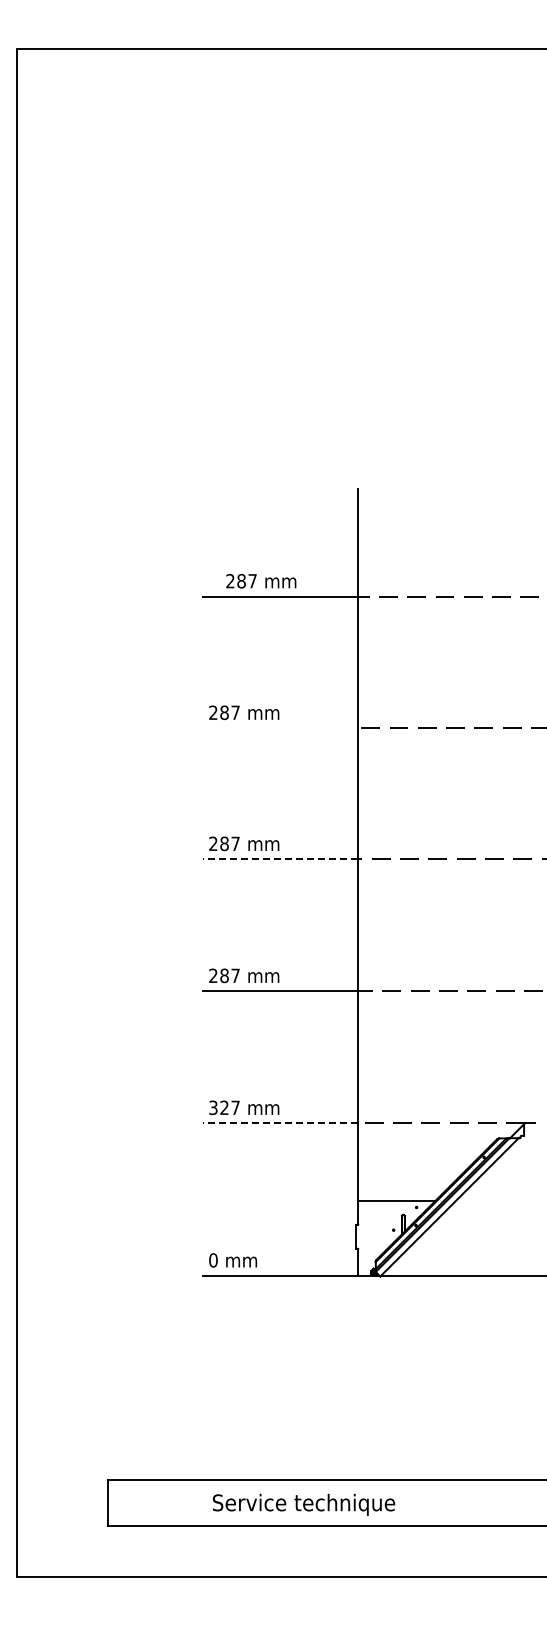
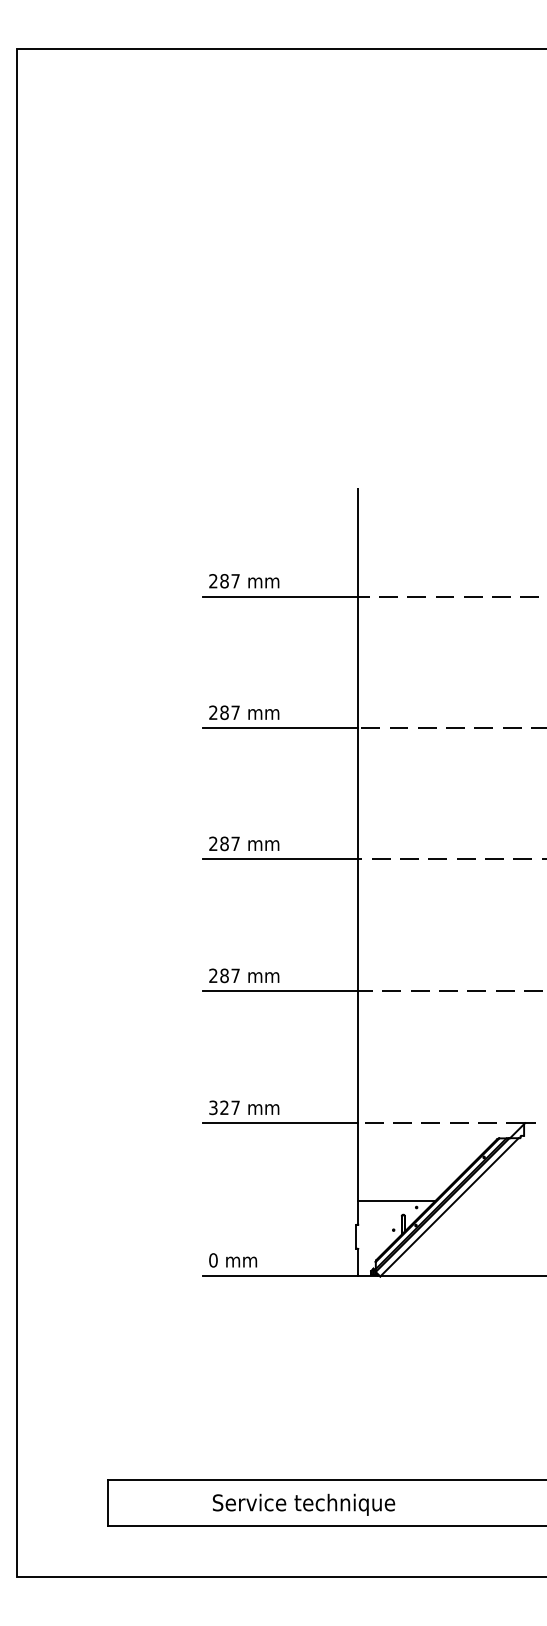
text at (261, 581) position: (261, 581) -> (244, 581)
line at (280, 728): none -> present
line at (280, 859): dashed -> solid
line at (280, 1123): dashed -> solid
